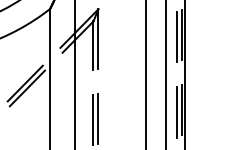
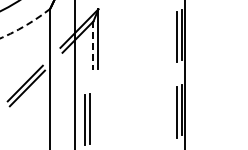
arc at (26, 25): solid -> dashed
line at (93, 46): solid -> dashed
line at (145, 74): present -> none
line at (165, 74): present -> none
part at (95, 119) position: (95, 119) -> (87, 119)
